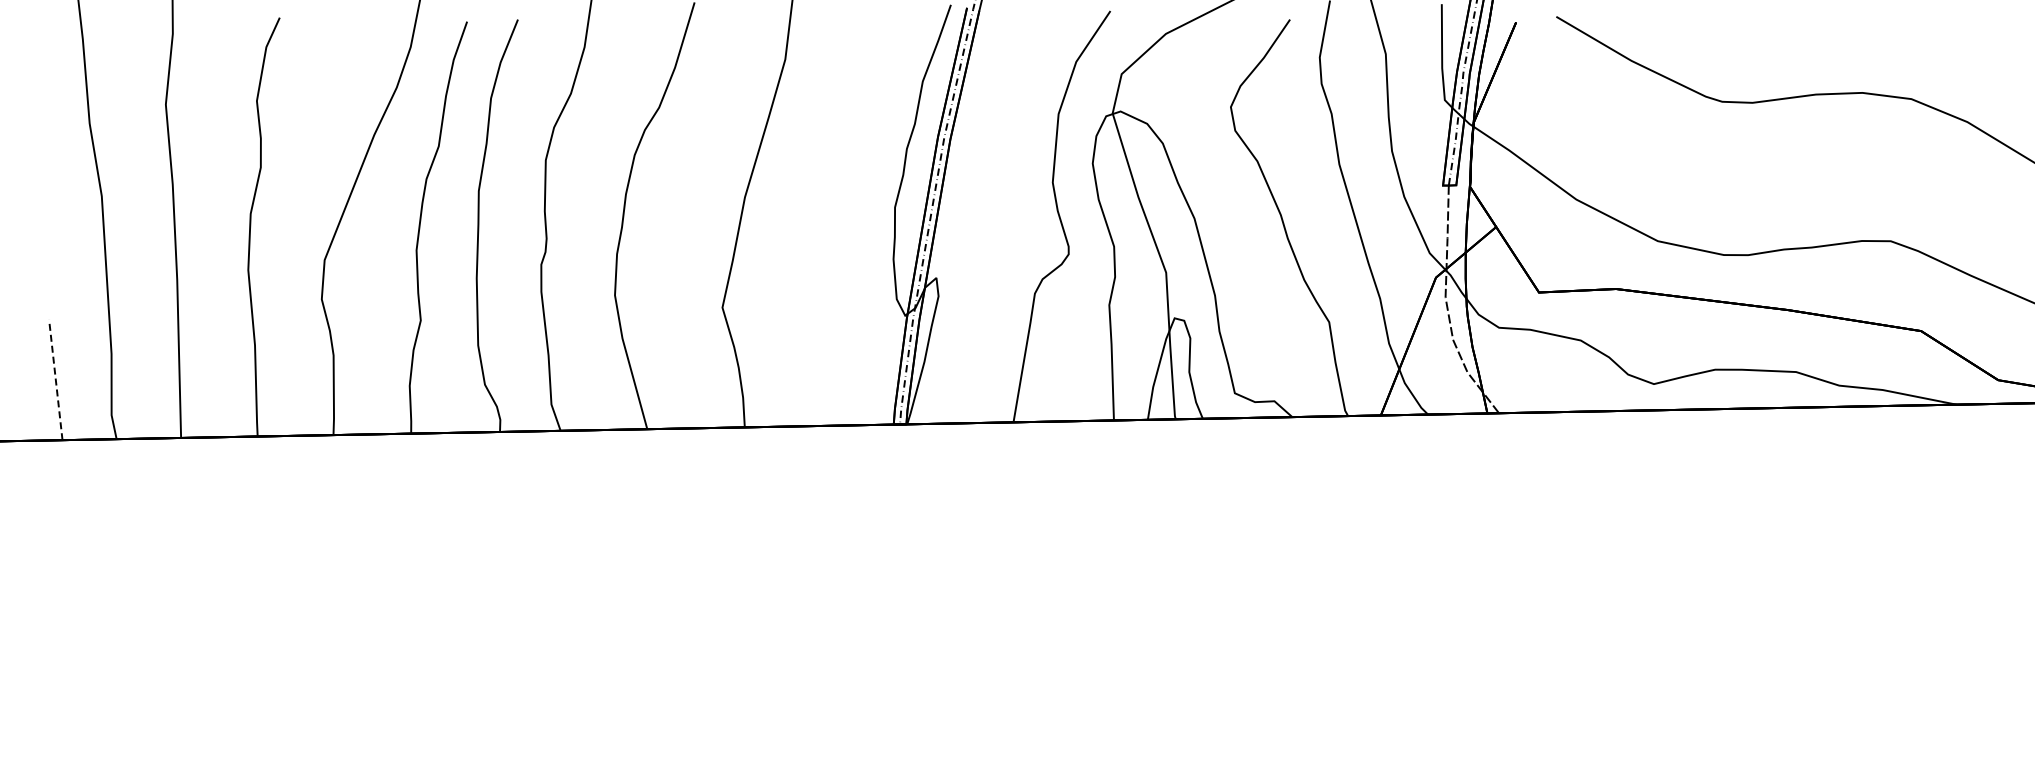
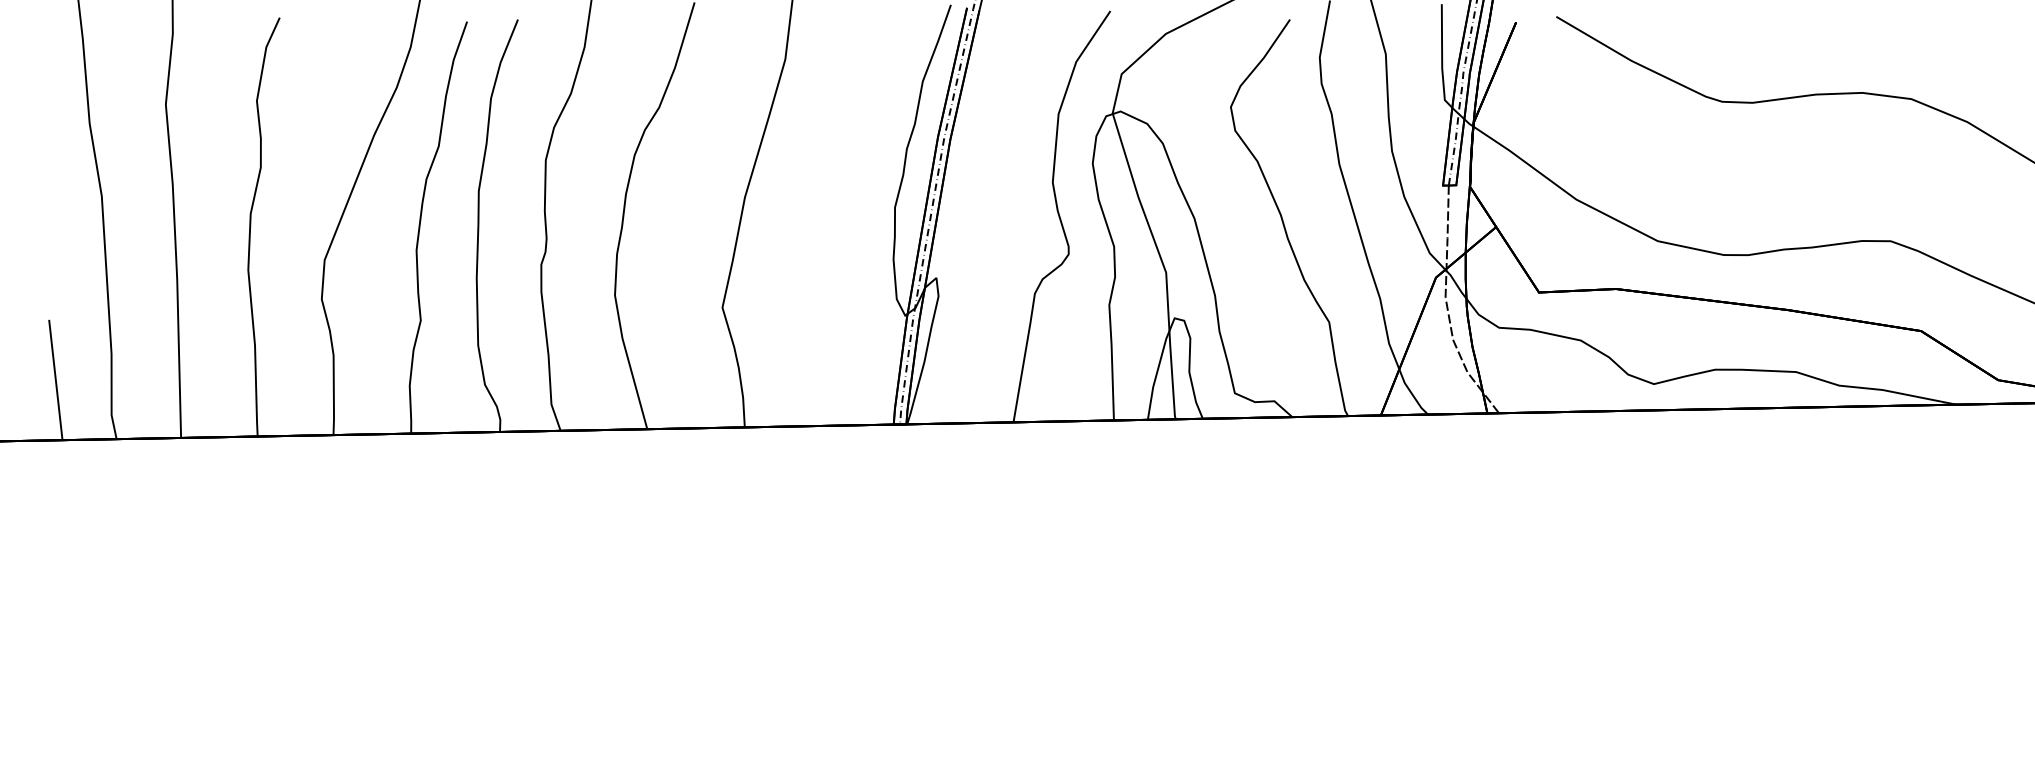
line at (55, 380): dashed -> solid
